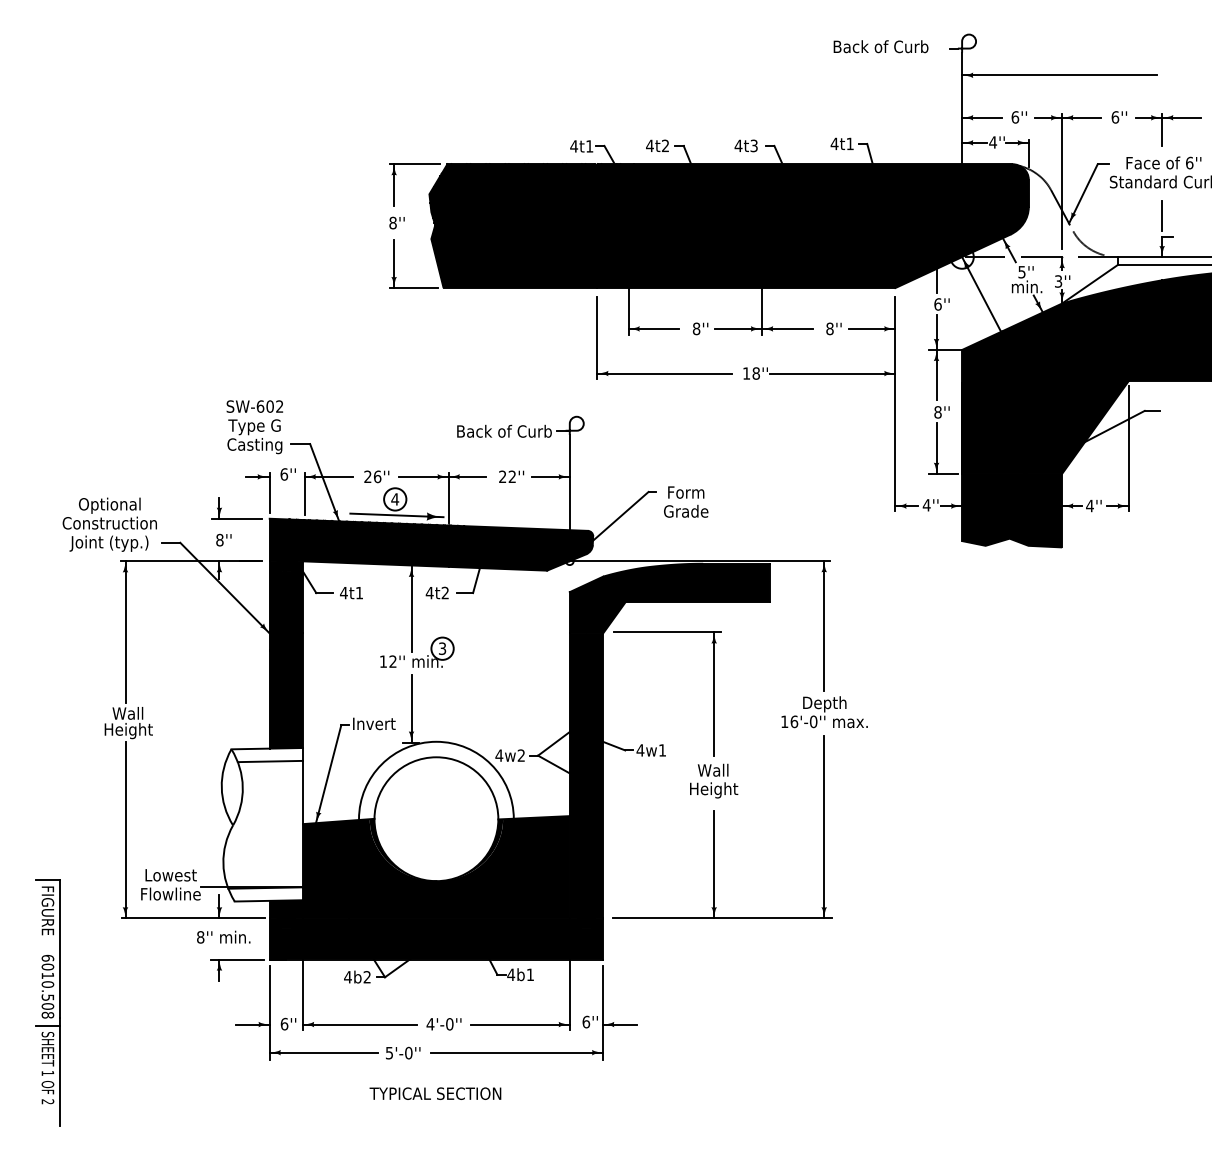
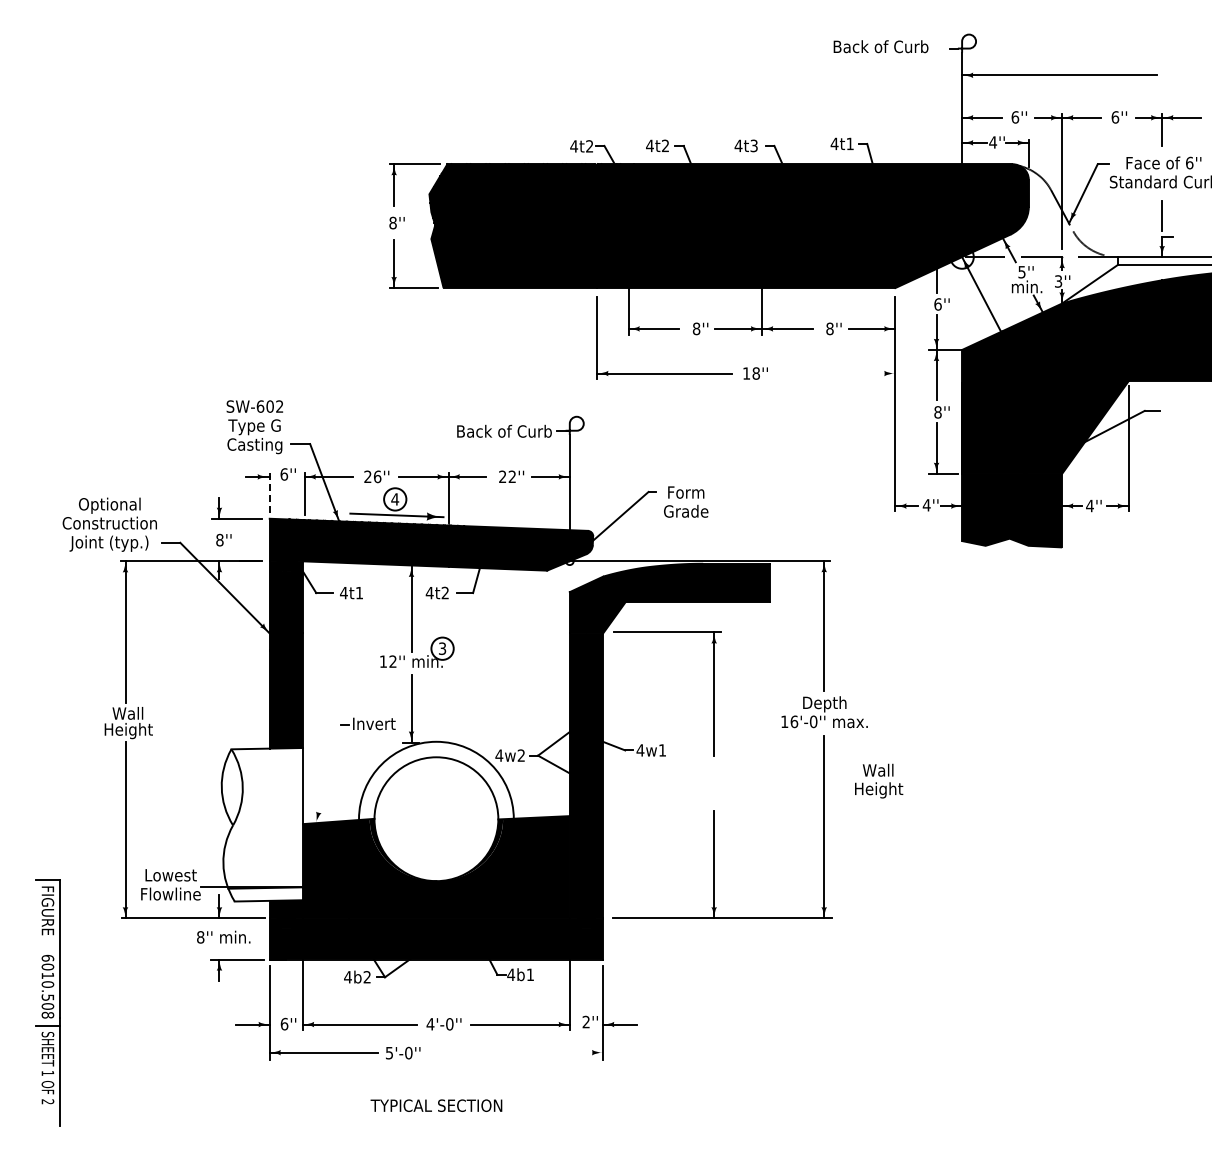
text at (589, 146): 4t1 -> 4t2
line at (832, 373): present -> none
line at (269, 492): solid -> dashed
line at (270, 761): present -> none
line at (328, 774): present -> none
text at (714, 780) position: (714, 780) -> (879, 780)
text at (586, 1021): 6'' -> 2''
line at (516, 1052): present -> none
text at (435, 1093) position: (435, 1093) -> (436, 1105)
